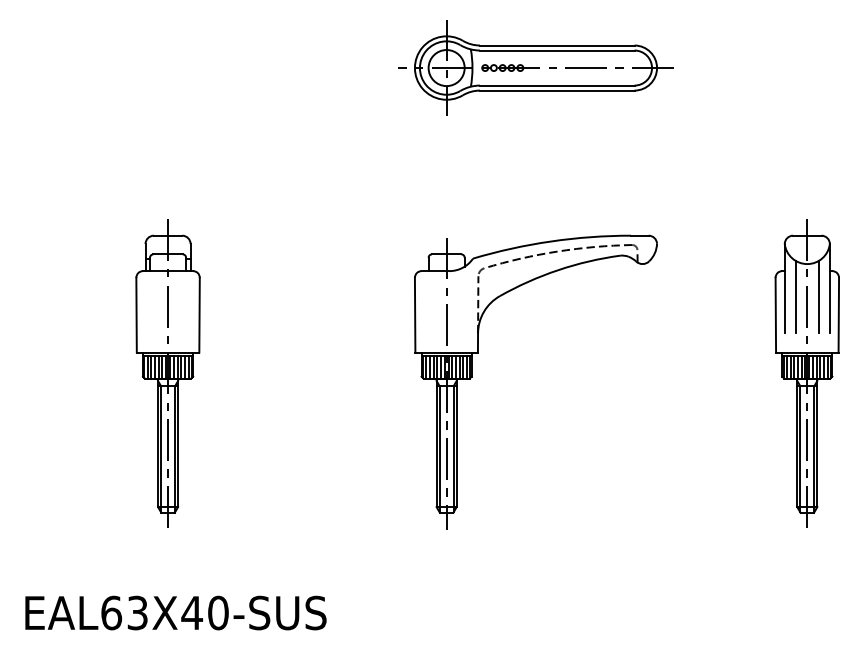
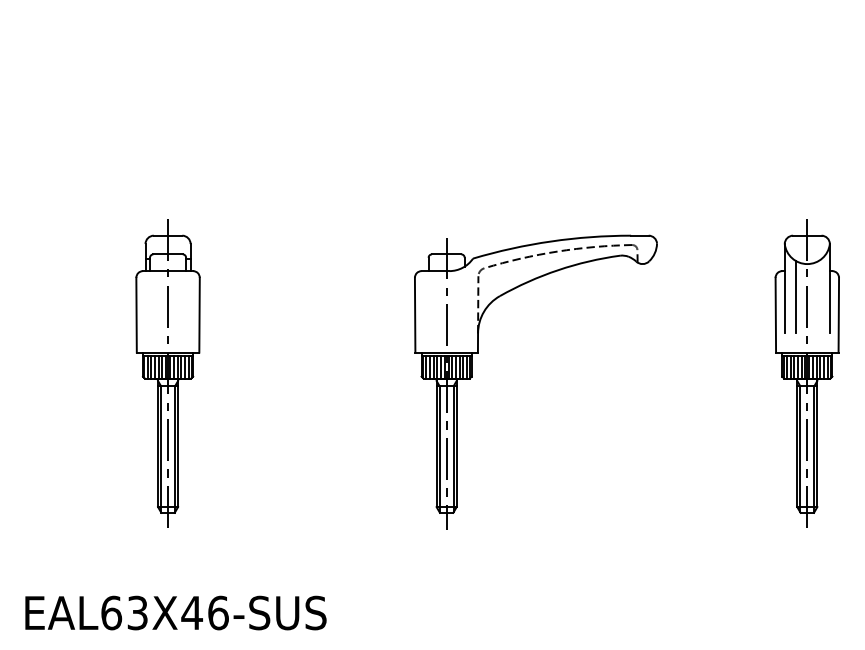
part at (535, 67): present -> none
line at (819, 296): present -> none
text at (218, 612): EAL63X40-SUS -> EAL63X46-SUS
